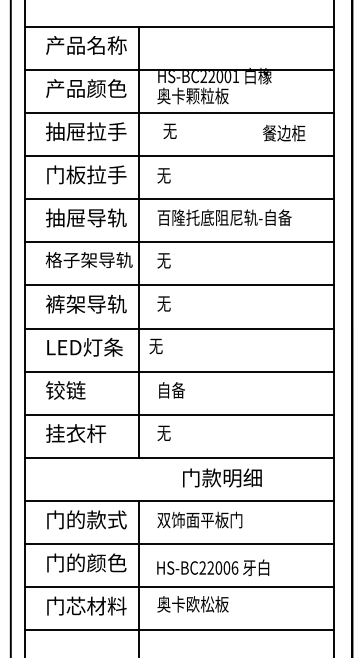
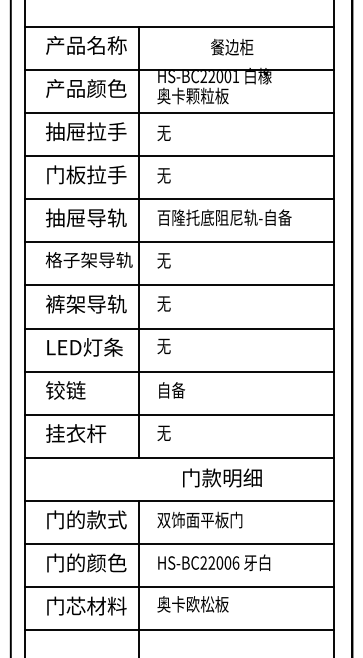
text at (169, 130) position: (169, 130) -> (163, 132)
text at (284, 133) position: (284, 133) -> (232, 47)
text at (155, 346) position: (155, 346) -> (163, 346)
text at (213, 567) position: (213, 567) -> (214, 562)
